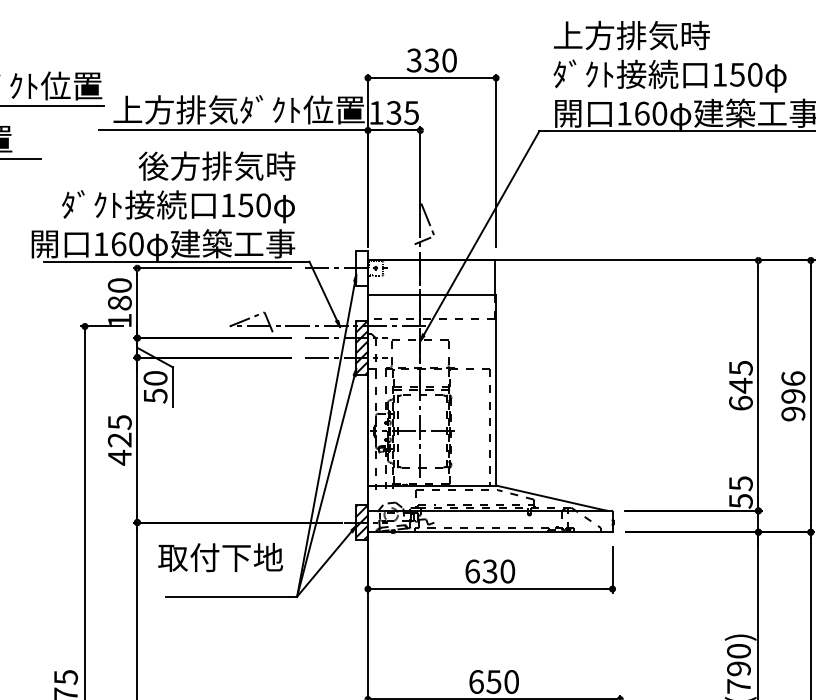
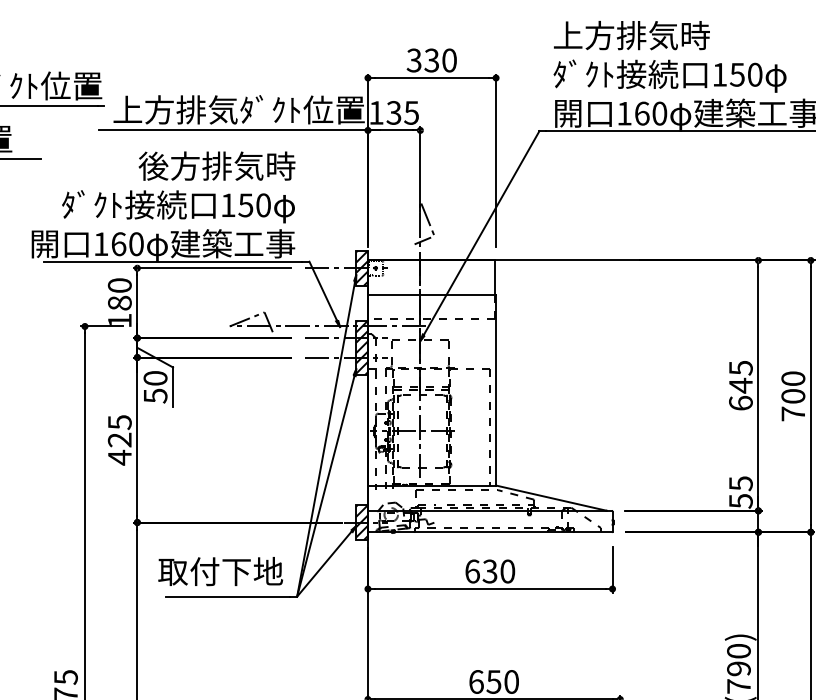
hatch at (361, 267): none -> present
text at (793, 396): 996 -> 700
text at (220, 557) position: (220, 557) -> (220, 571)
